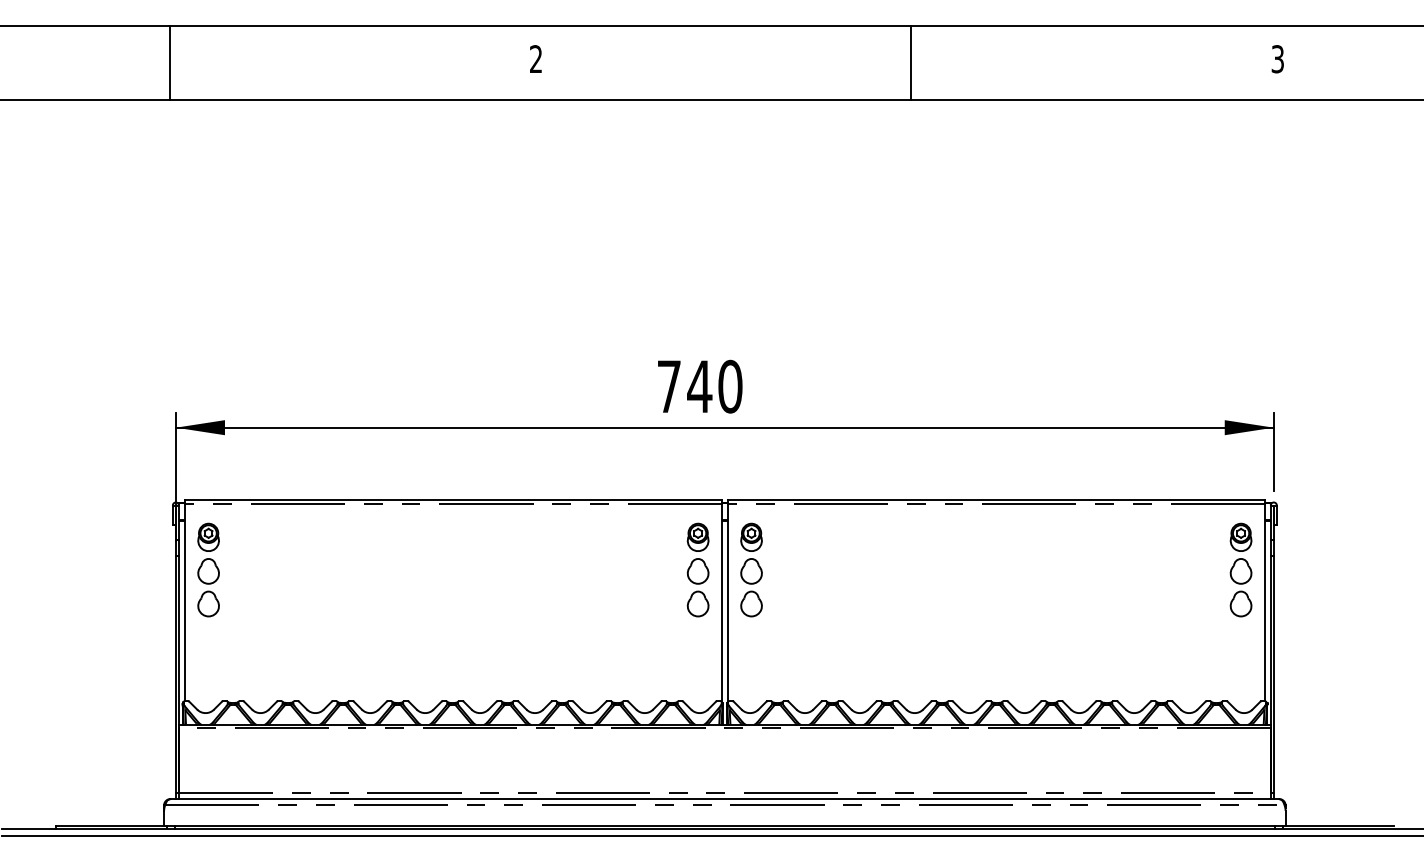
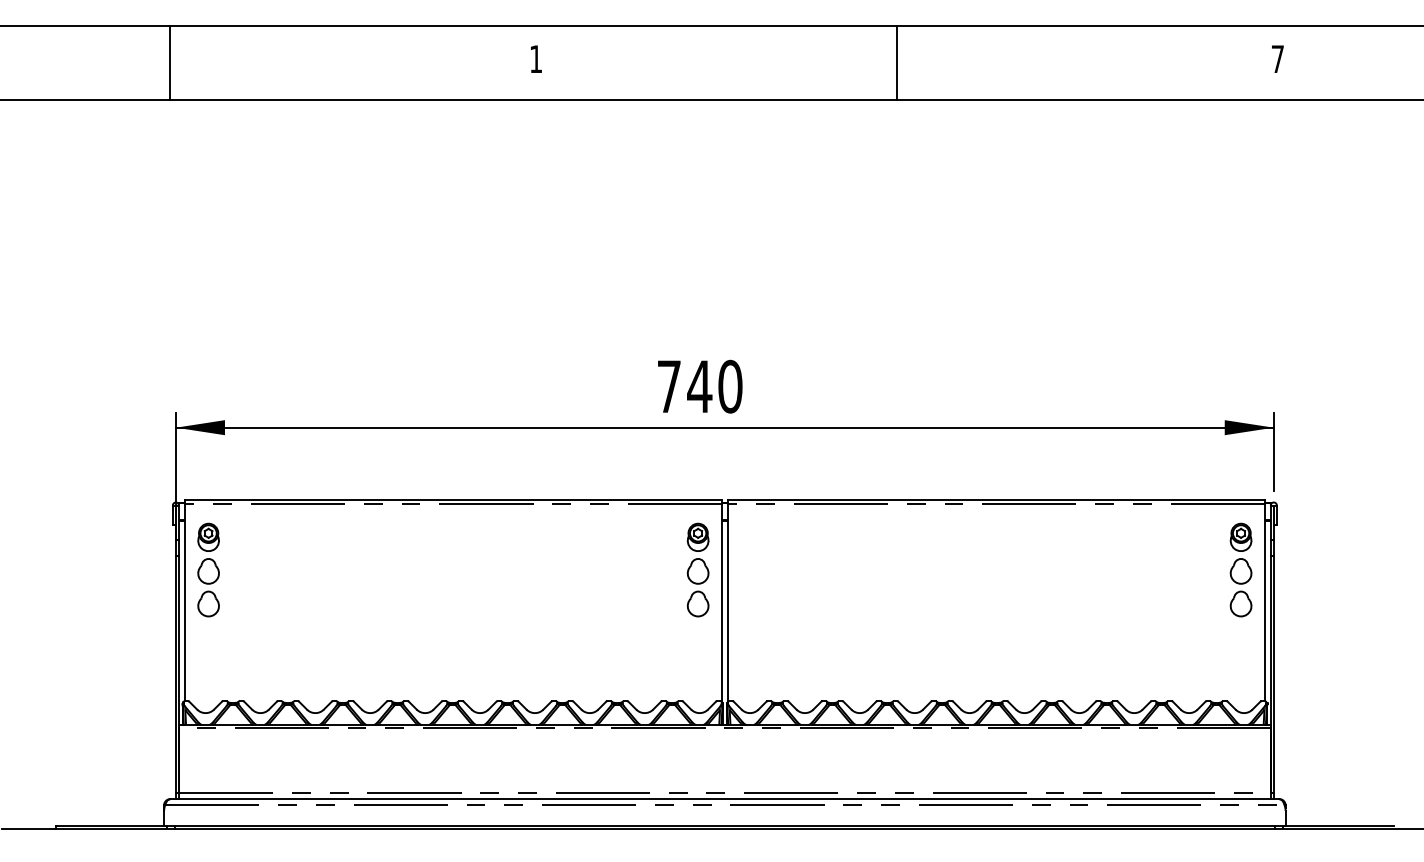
text at (535, 58): 2 -> 1
text at (1277, 59): 3 -> 7
line at (911, 62) position: (911, 62) -> (897, 62)
part at (751, 569): present -> none
line at (711, 836): present -> none
